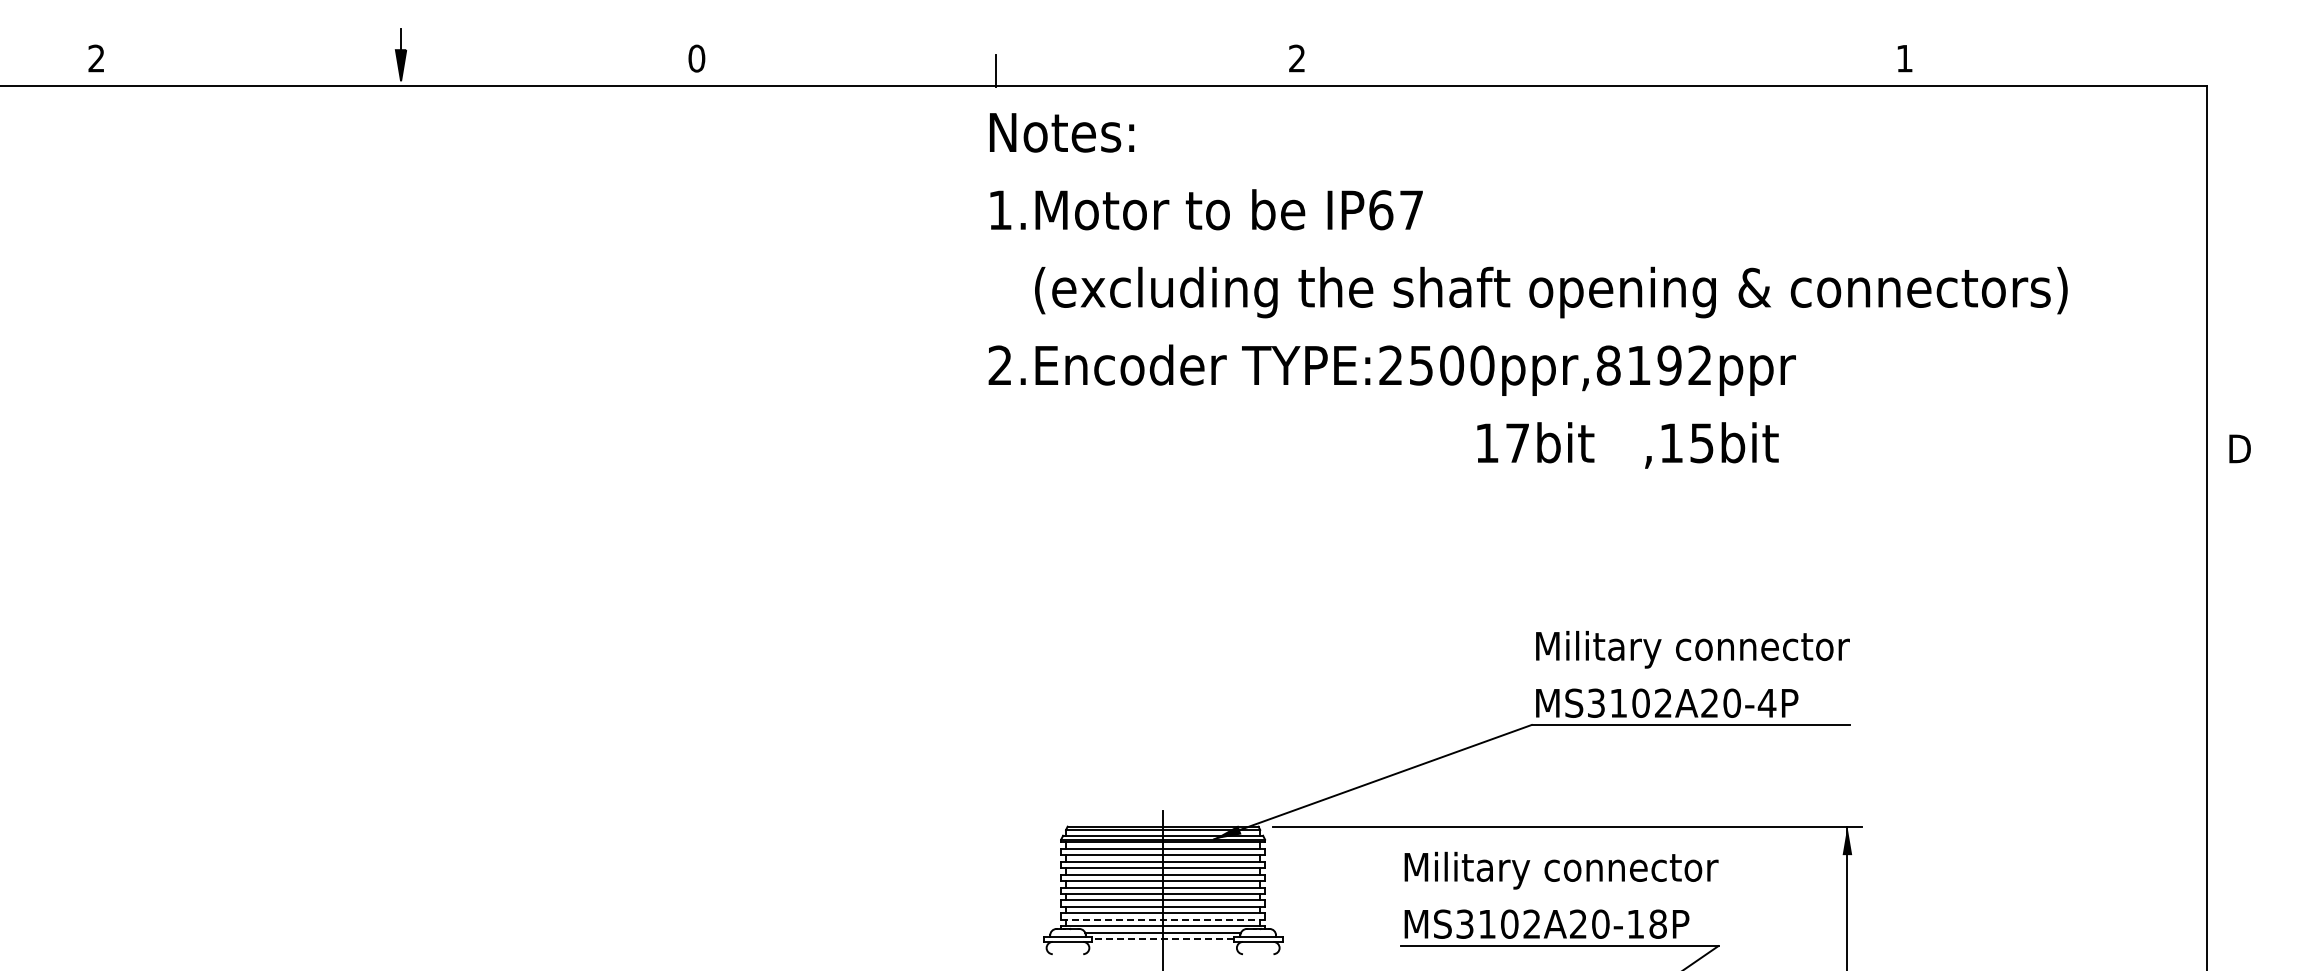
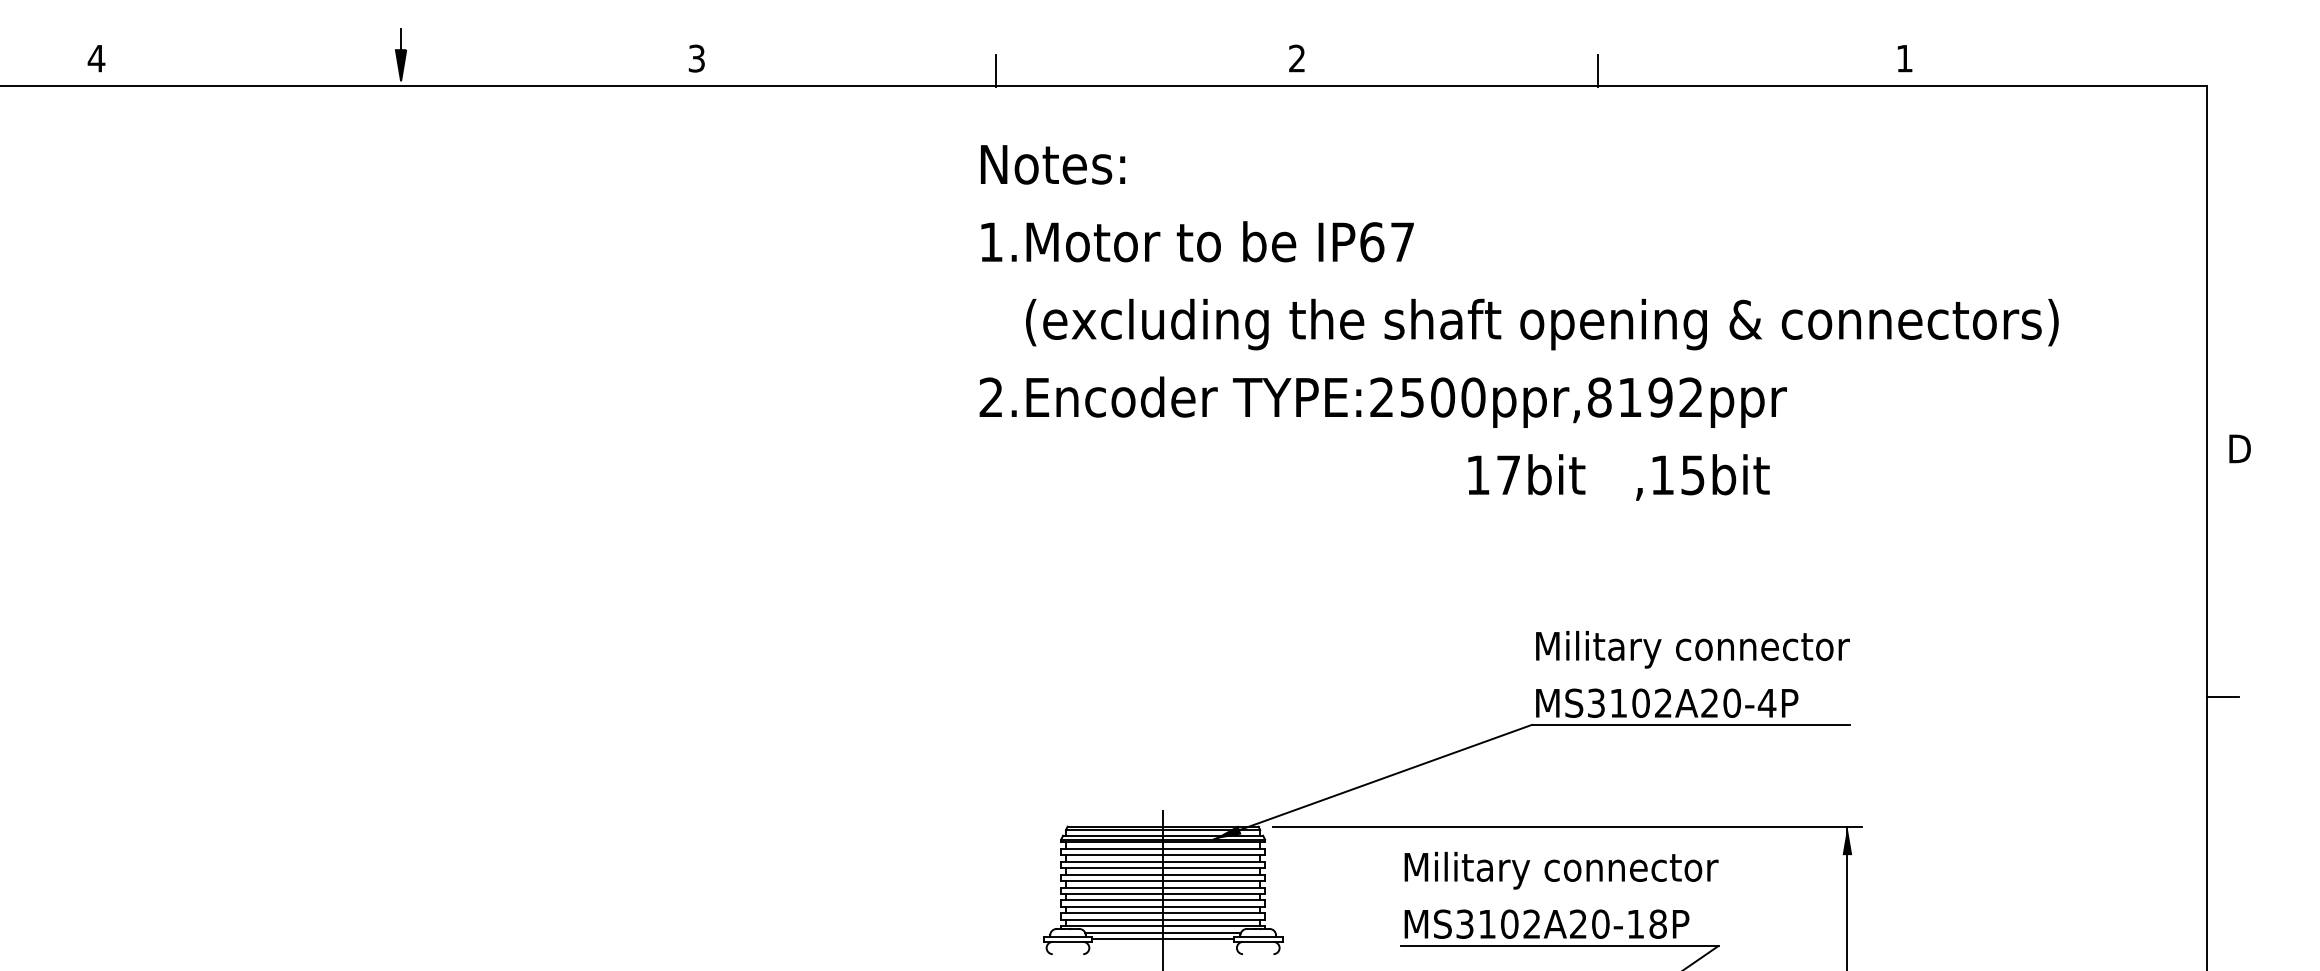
text at (96, 58): 2 -> 4
text at (696, 58): 0 -> 3
line at (1598, 70): none -> present
text at (1527, 290) position: (1527, 290) -> (1518, 322)
line at (2222, 697): none -> present
line at (1163, 919): dashed -> solid
line at (1163, 939): dashed -> solid
